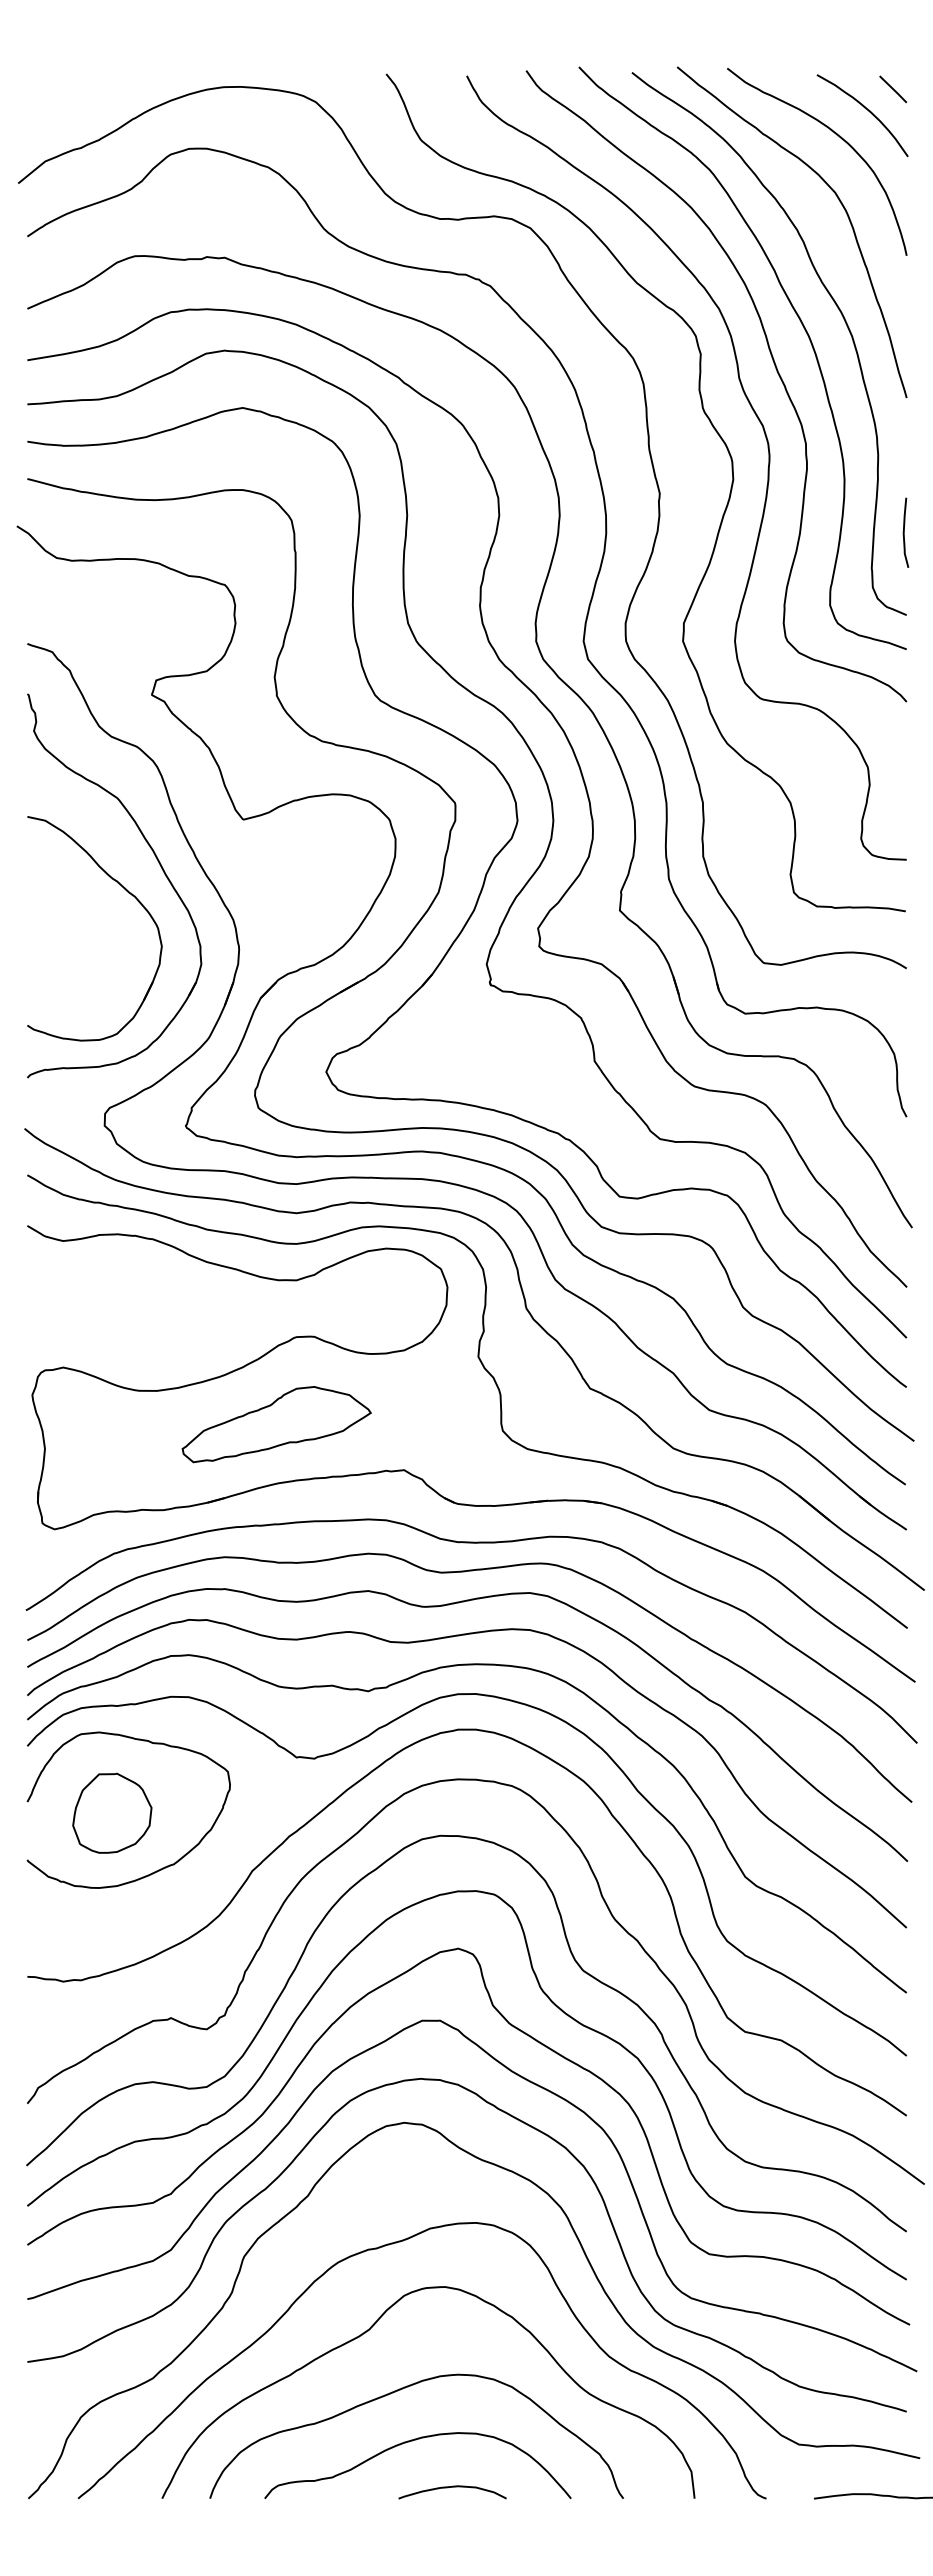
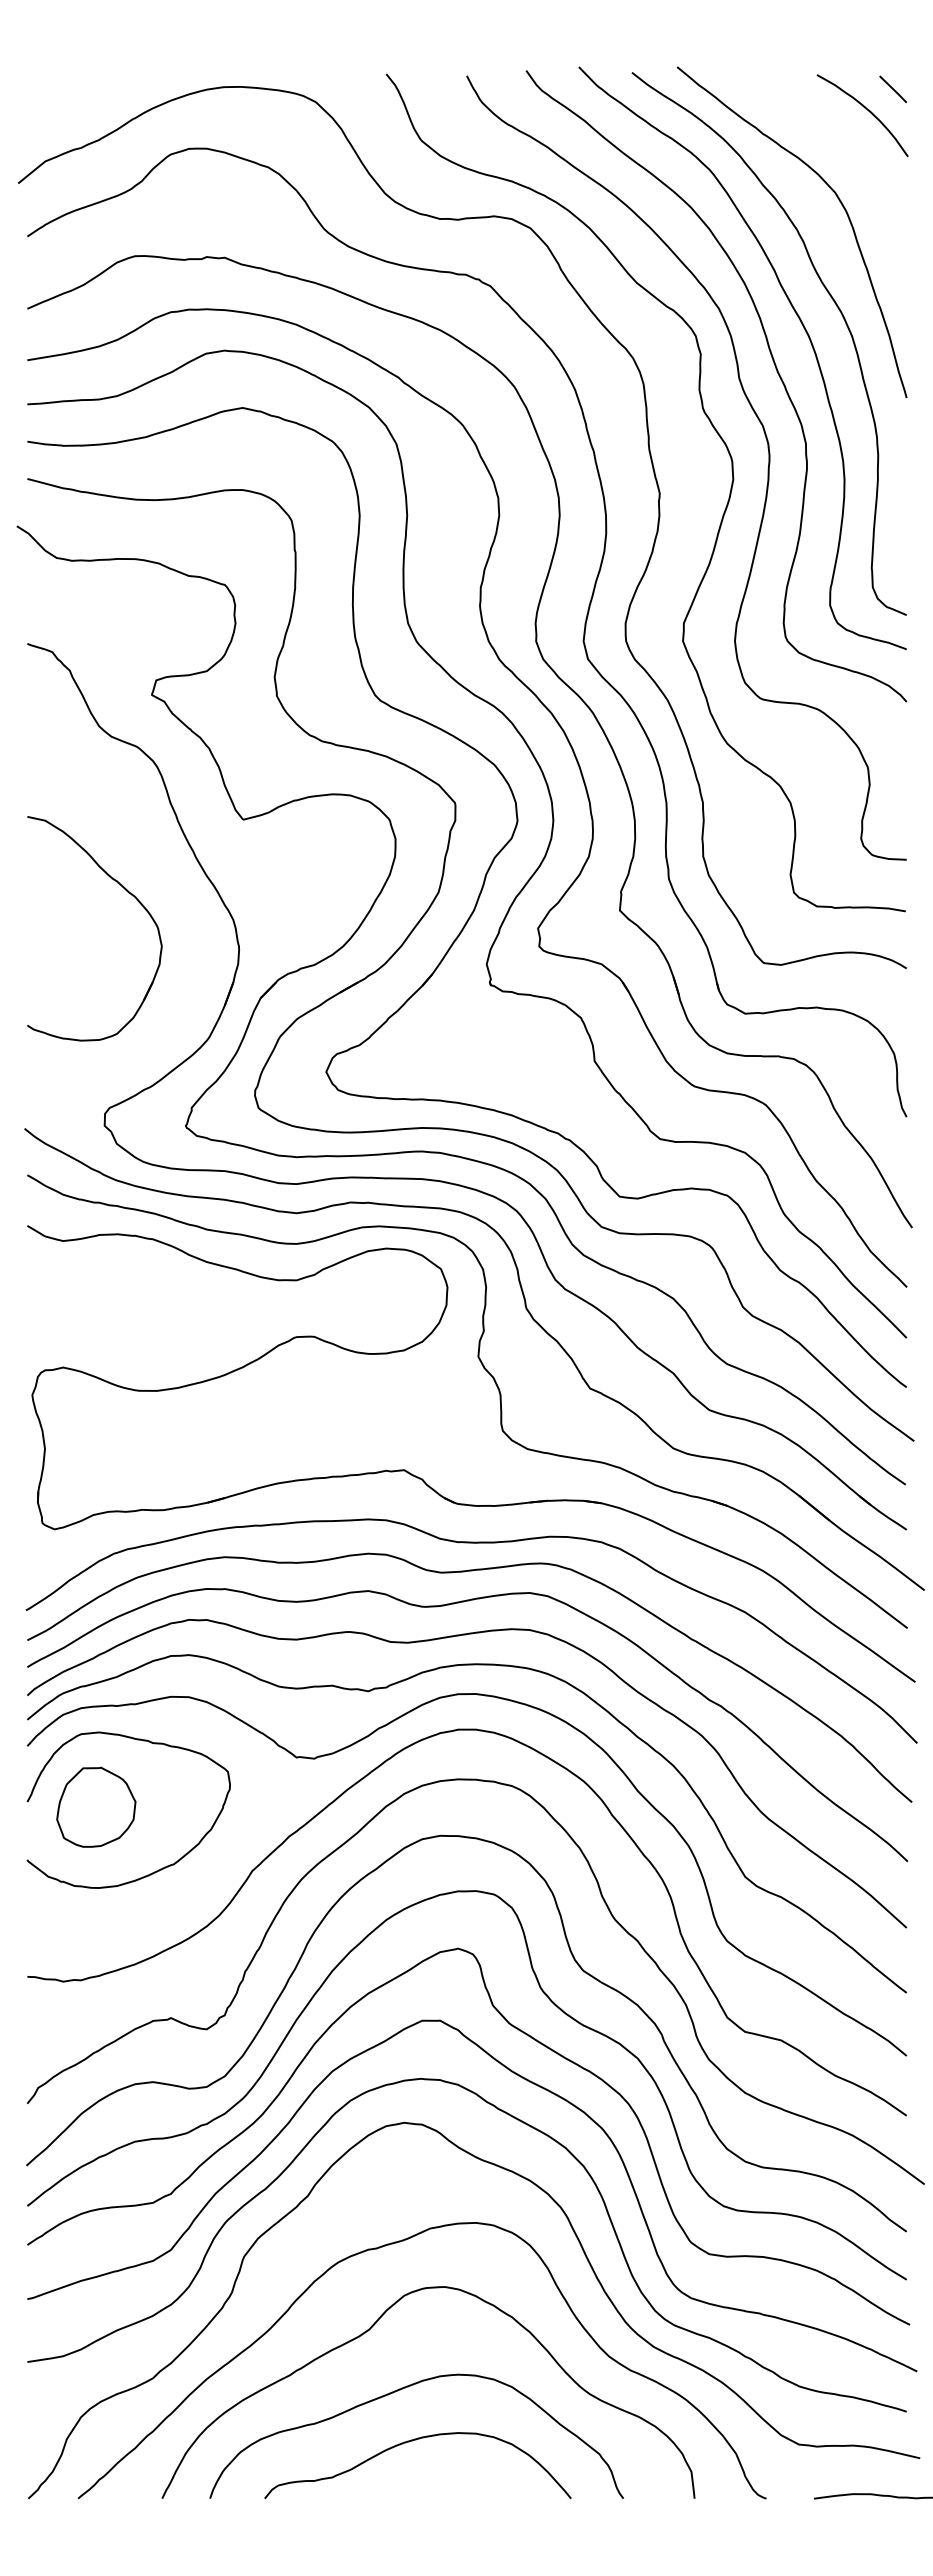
curve at (836, 135): present -> none
curve at (904, 532): present -> none
part at (158, 863): present -> none
part at (276, 1424): present -> none
part at (112, 1812) position: (112, 1812) -> (96, 1806)
curve at (452, 2487): present -> none
